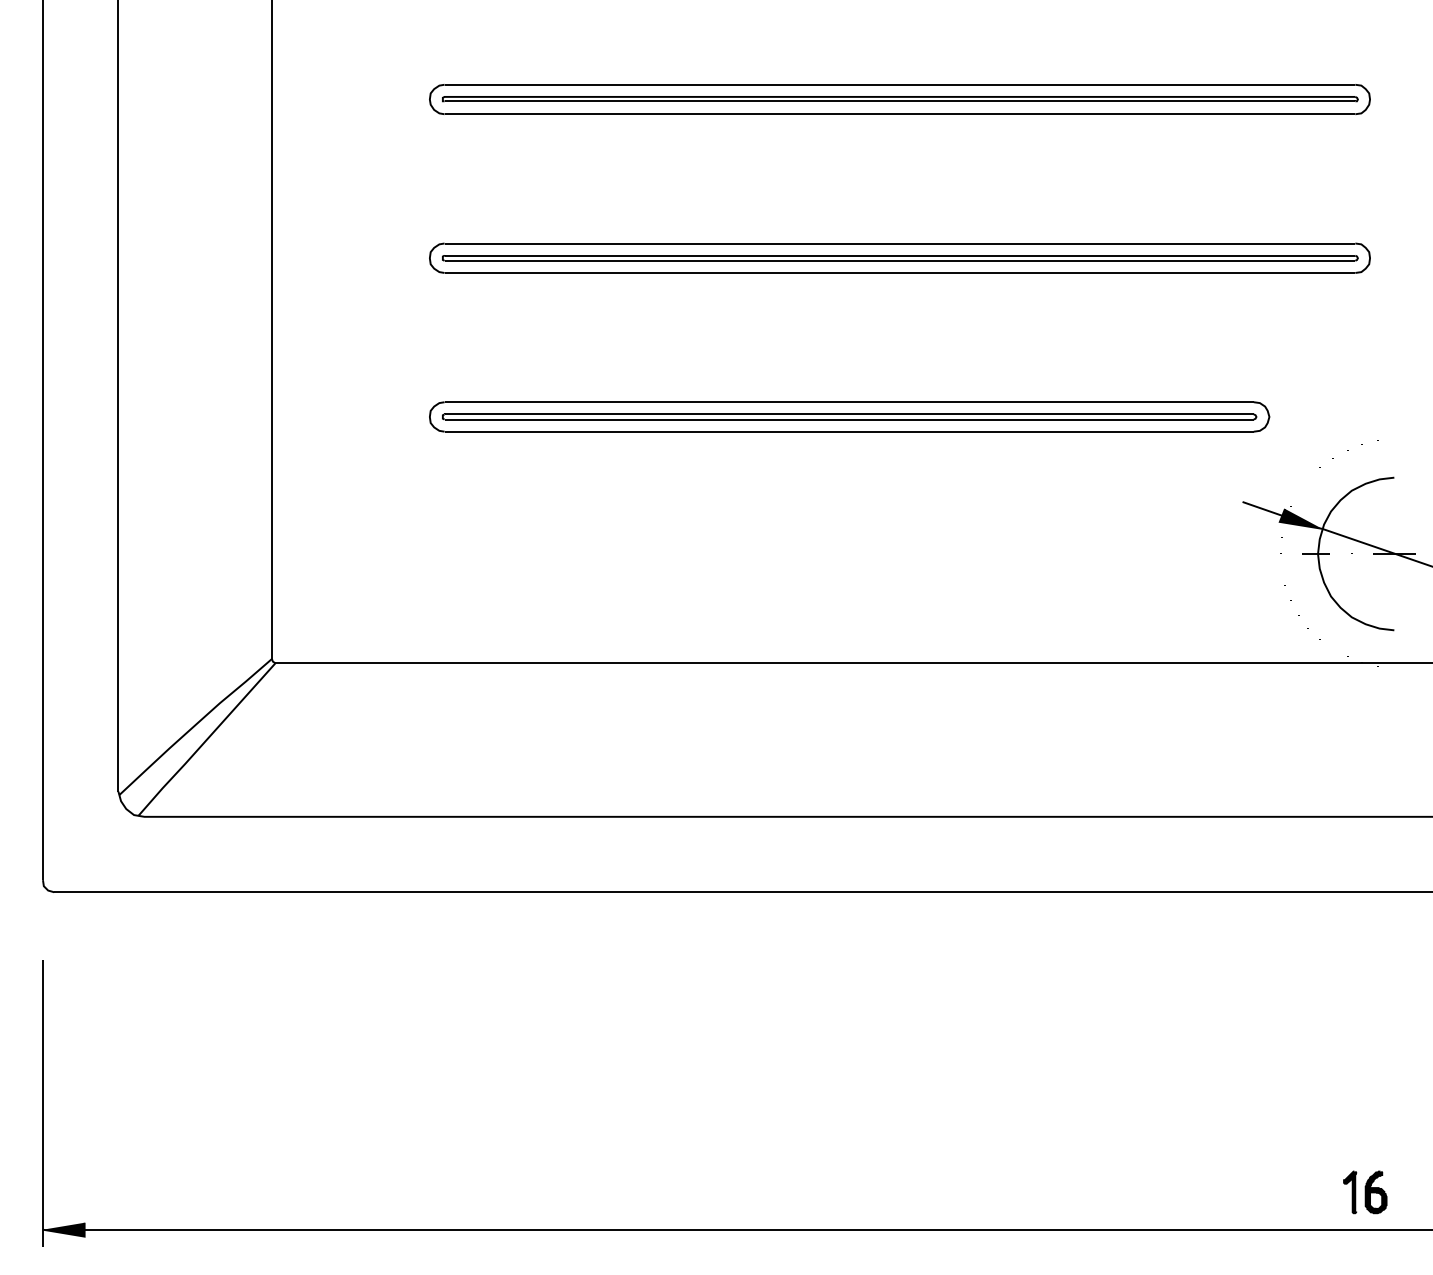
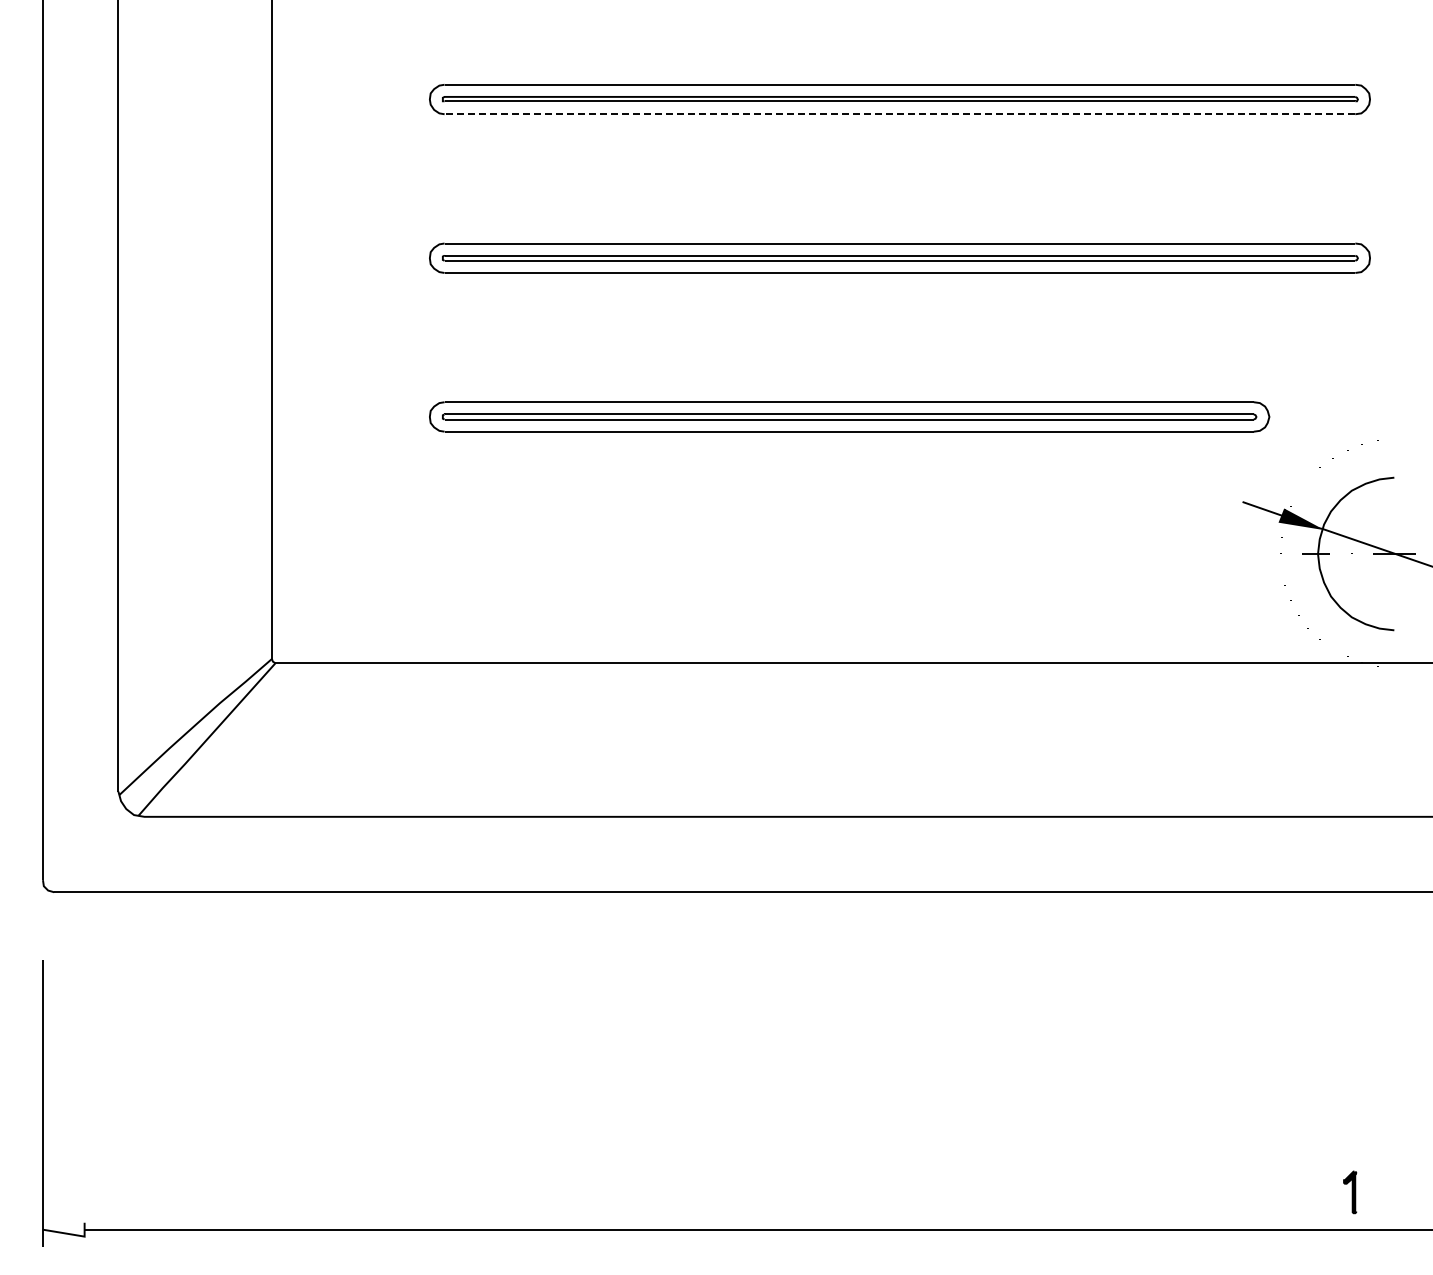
line at (899, 114): solid -> dashed
part at (1375, 1192): present -> none
fill at (63, 1229): present -> none
